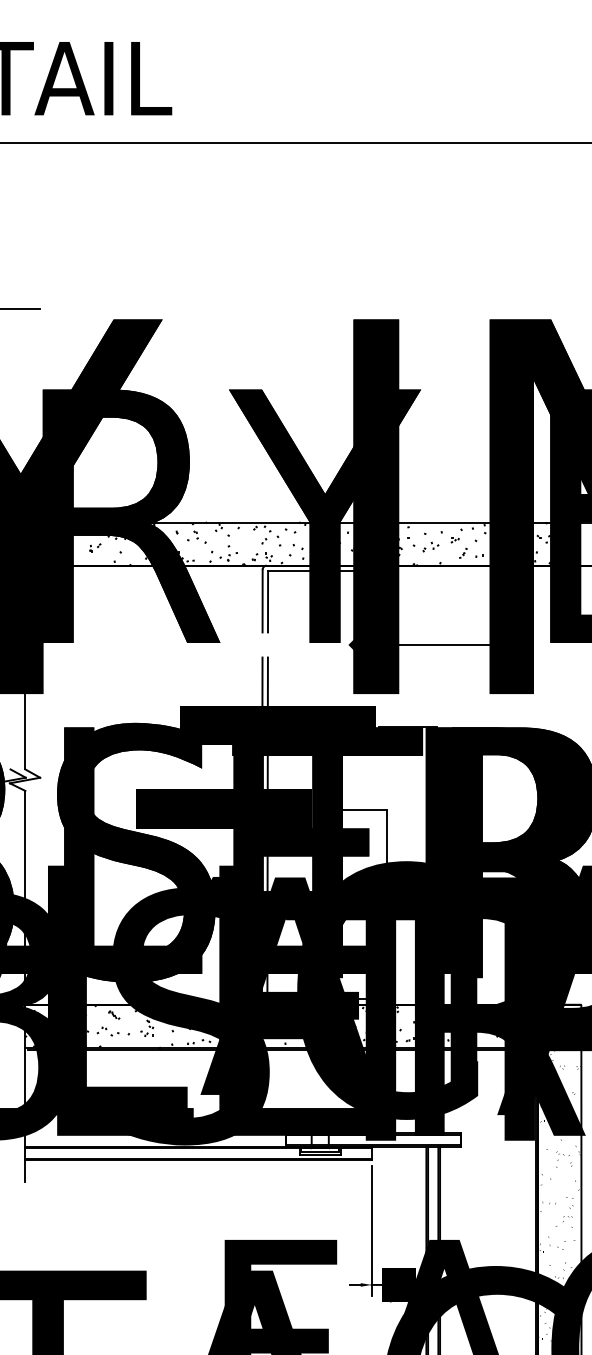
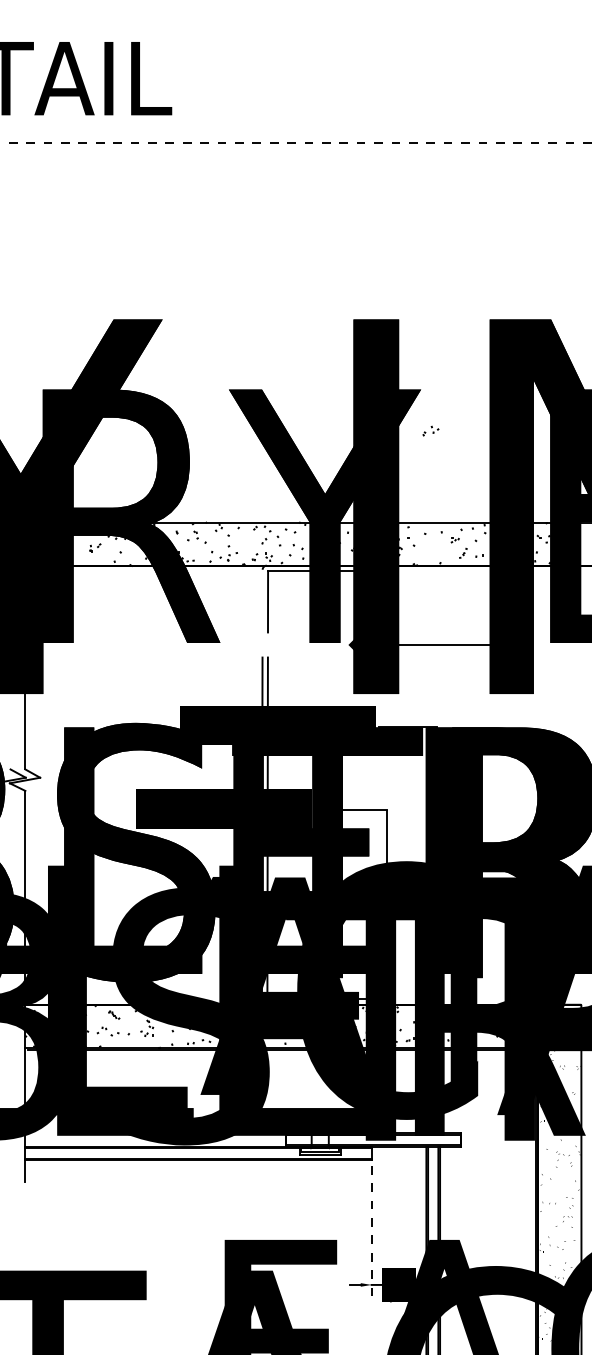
line at (295, 142): solid -> dashed
line at (20, 309): present -> none
part at (430, 546) position: (430, 546) -> (430, 430)
line at (262, 600): present -> none
line at (371, 1230): solid -> dashed
